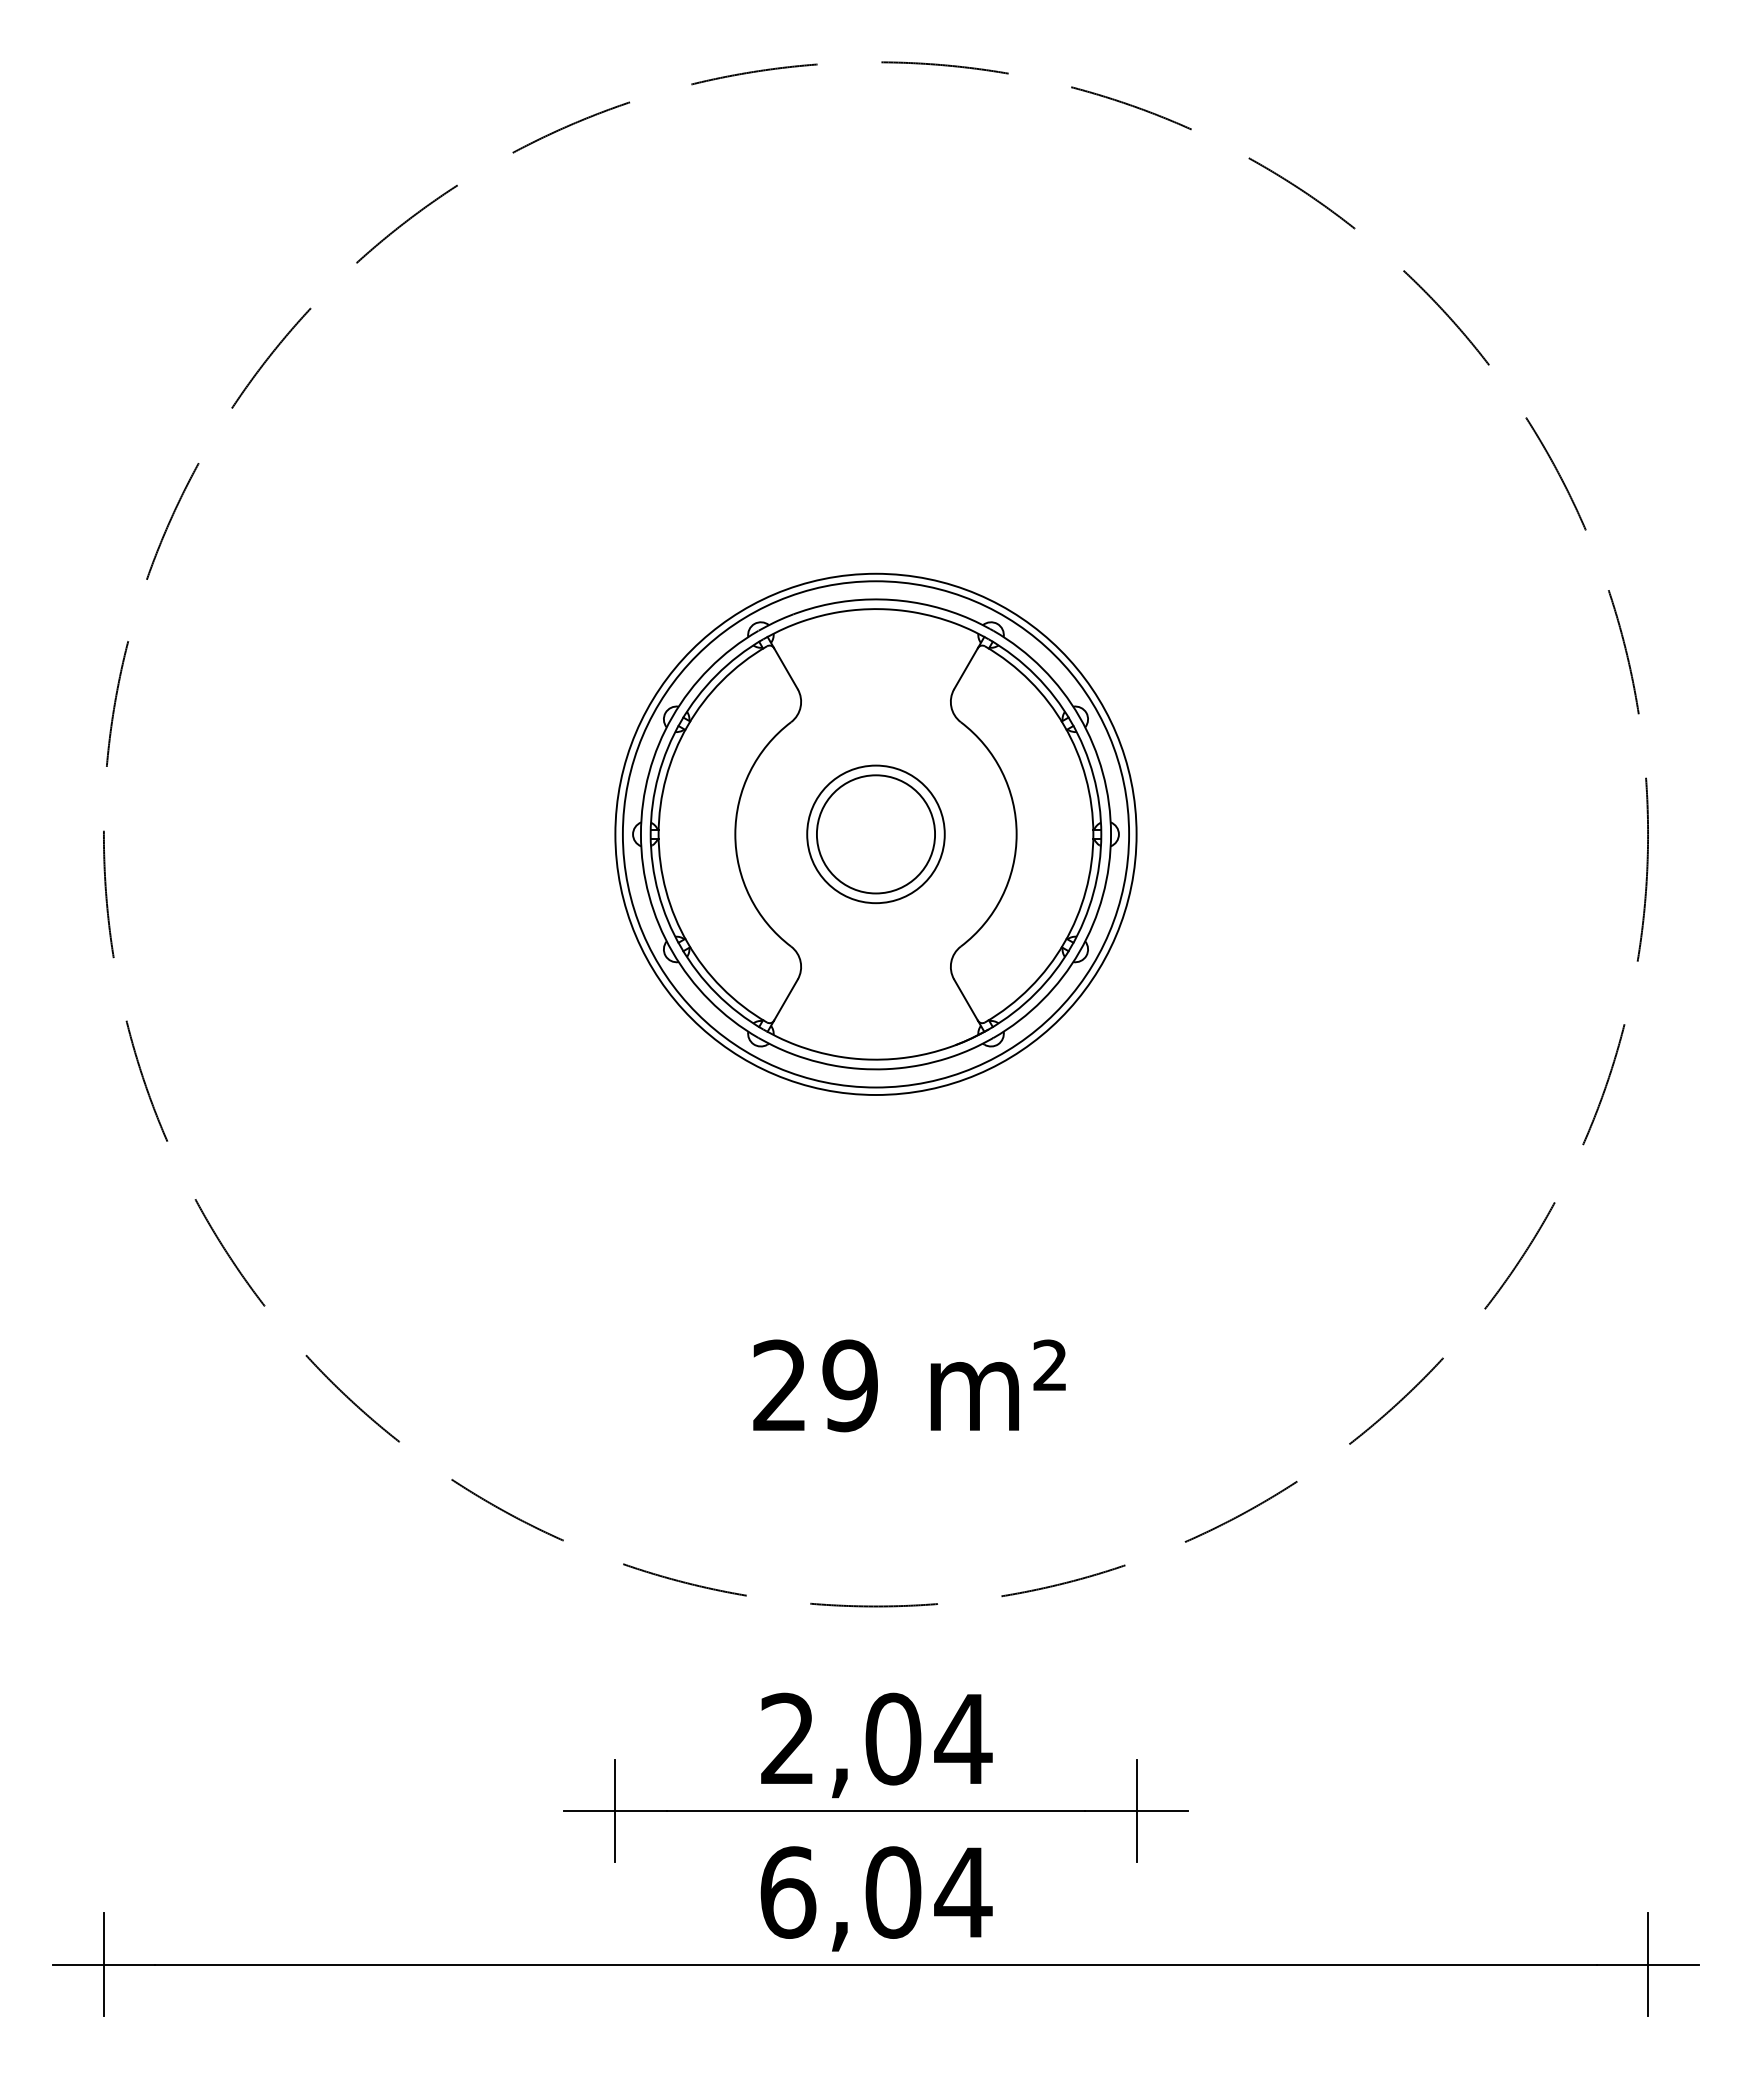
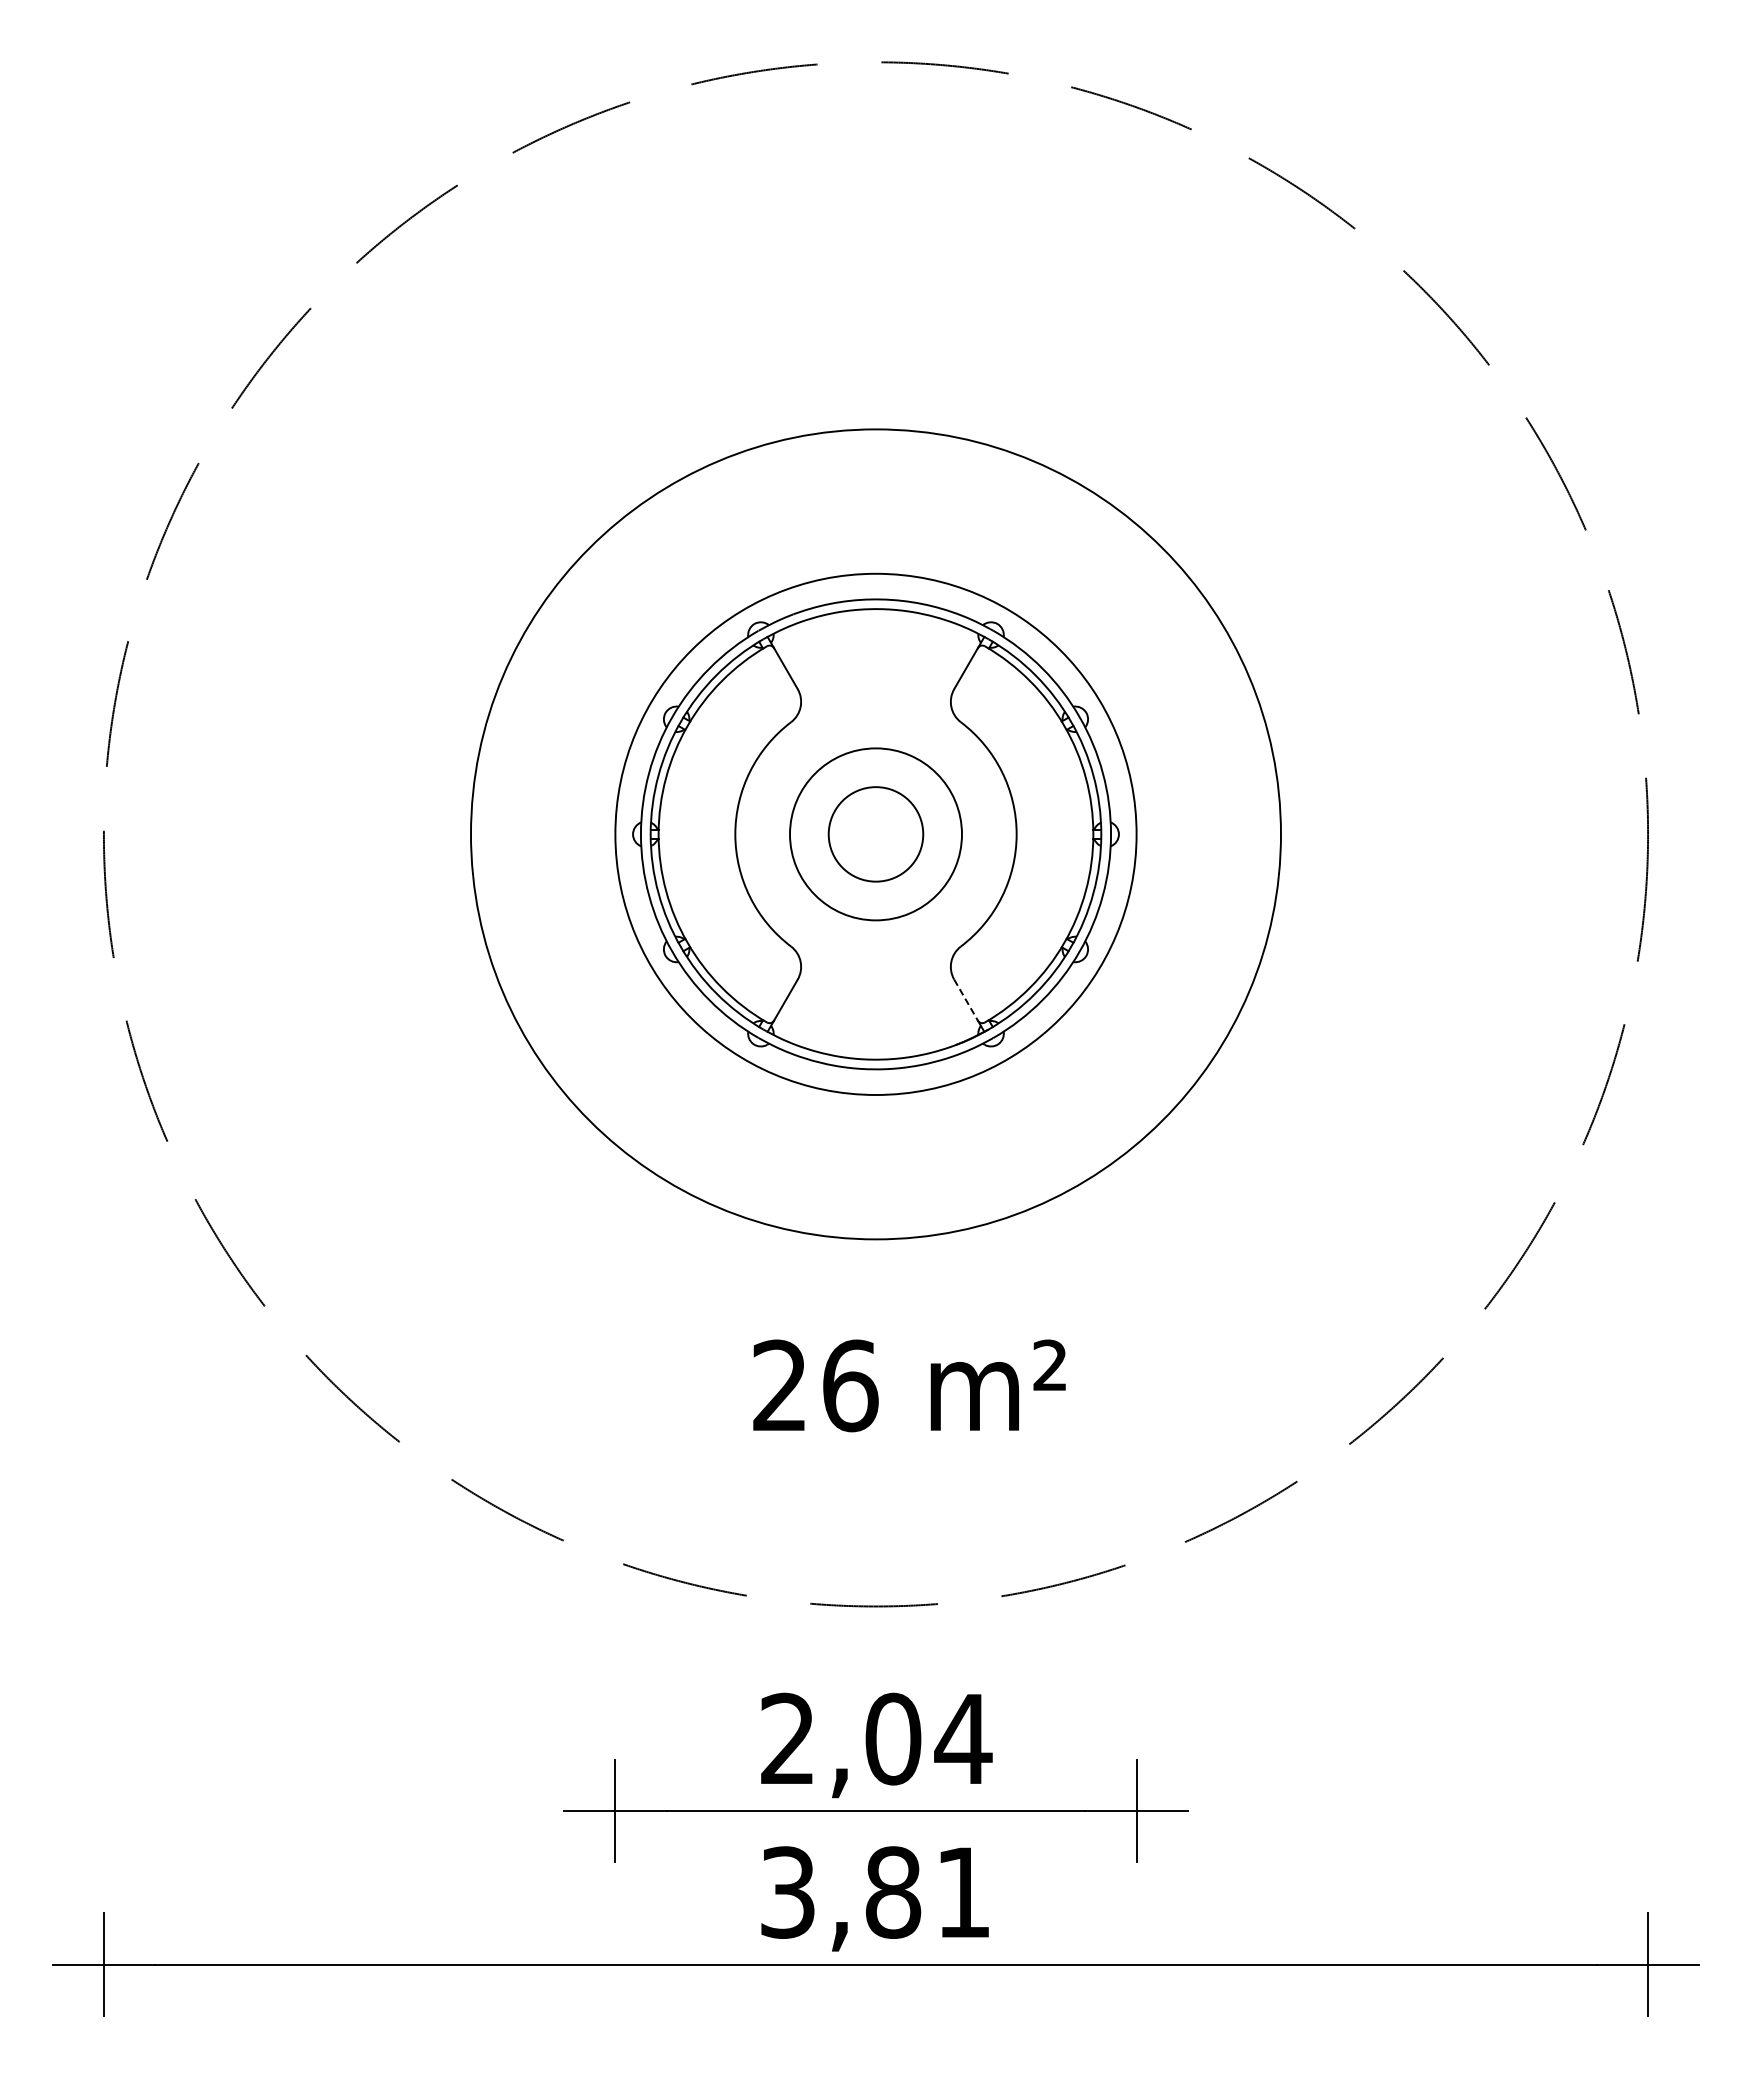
circle at (875, 834) diameter: 118 px -> 95 px
circle at (875, 834) diameter: 138 px -> 172 px
circle at (875, 834) diameter: 506 px -> 810 px
line at (966, 1000): solid -> dashed
text at (850, 1385): 29 -> 26
text at (876, 1892): 6,04 -> 3,81
